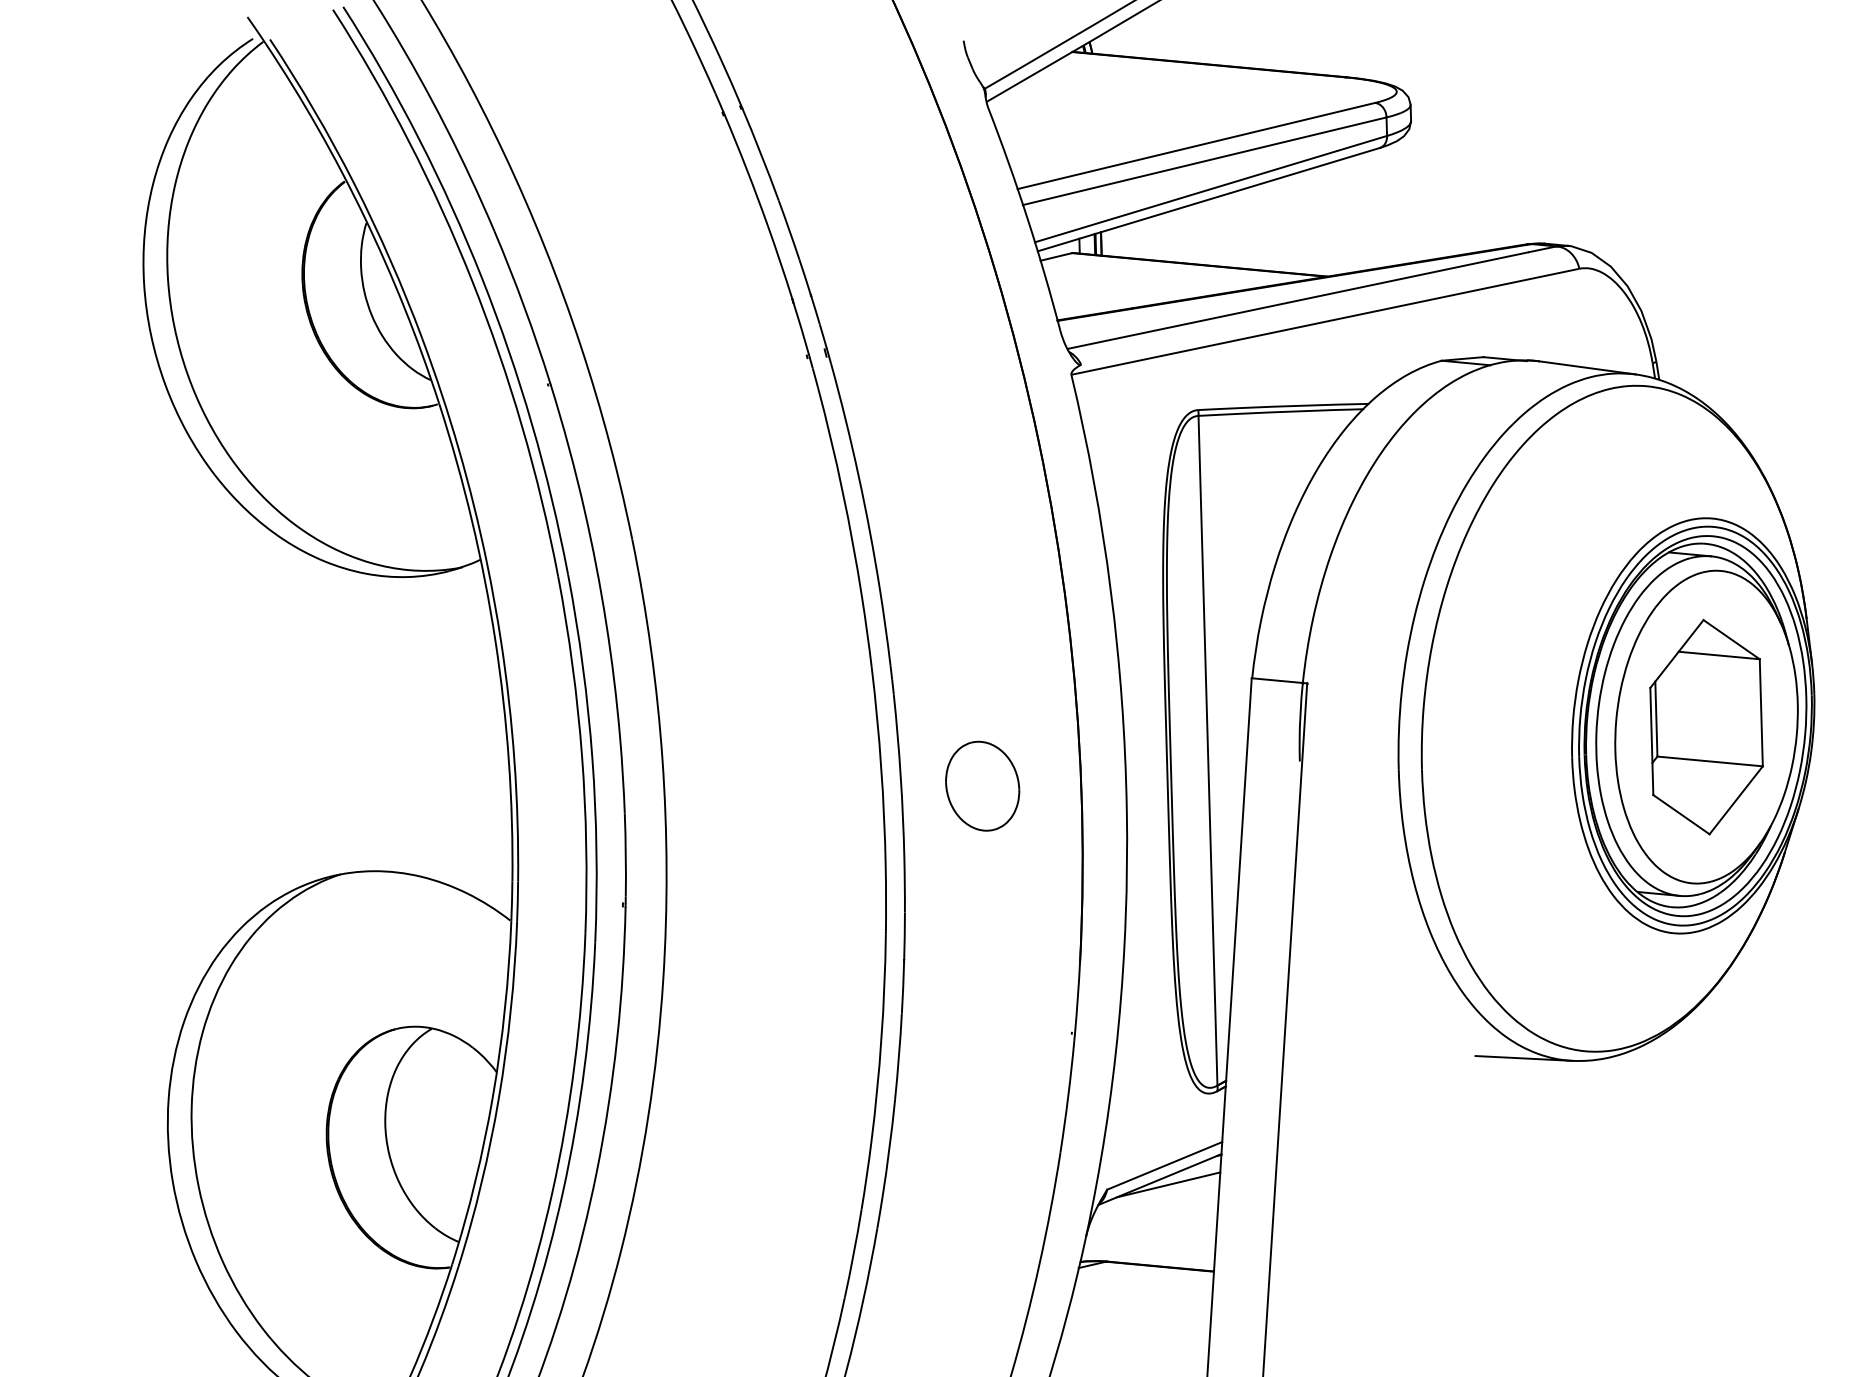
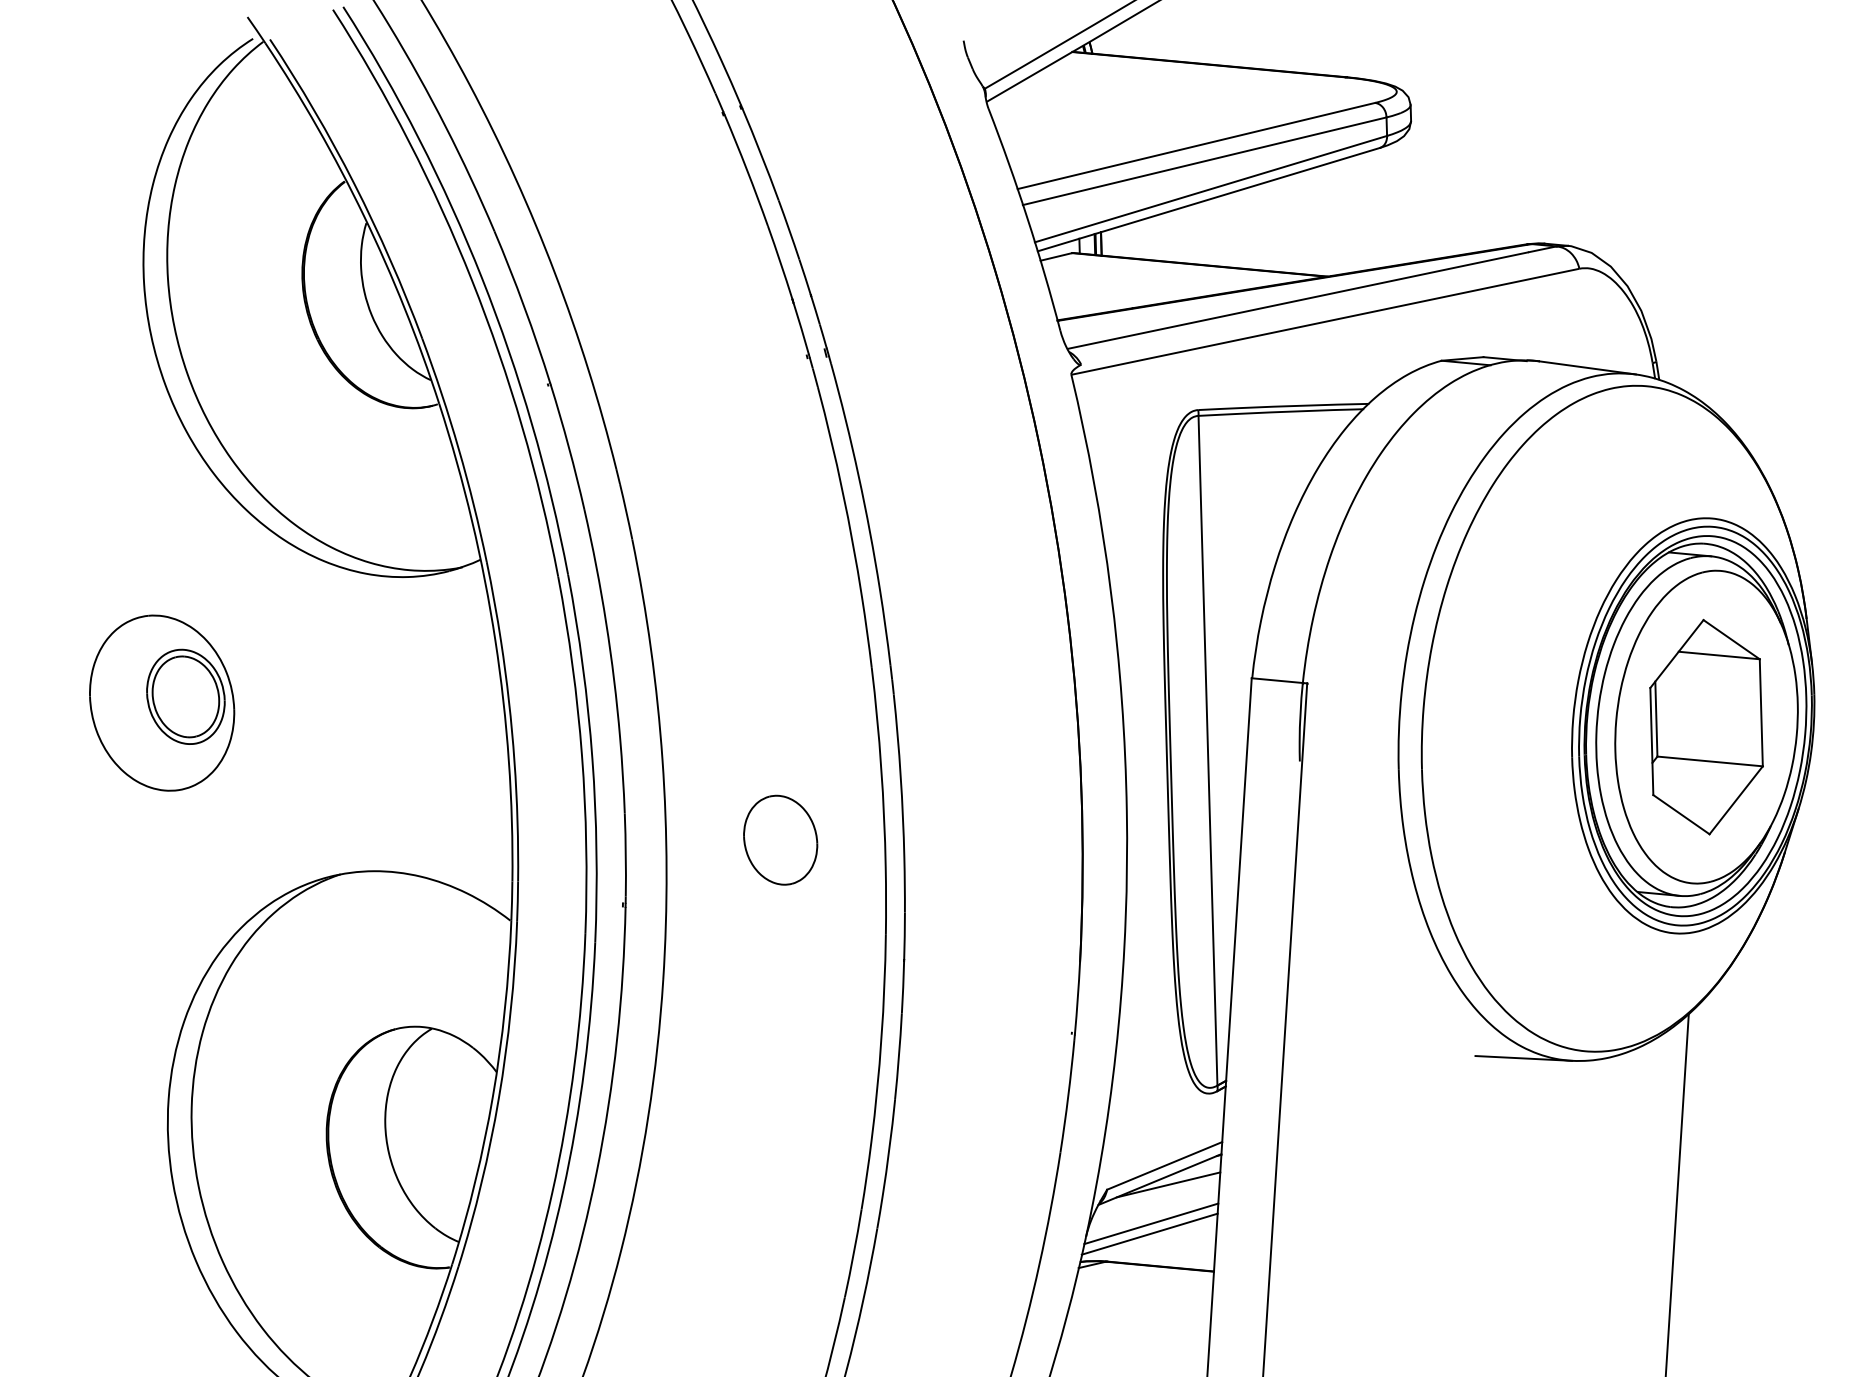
part at (162, 702): none -> present
part at (982, 785) position: (982, 785) -> (780, 839)
line at (1676, 1193): none -> present
line at (1151, 1223): none -> present
line at (1149, 1233): none -> present
